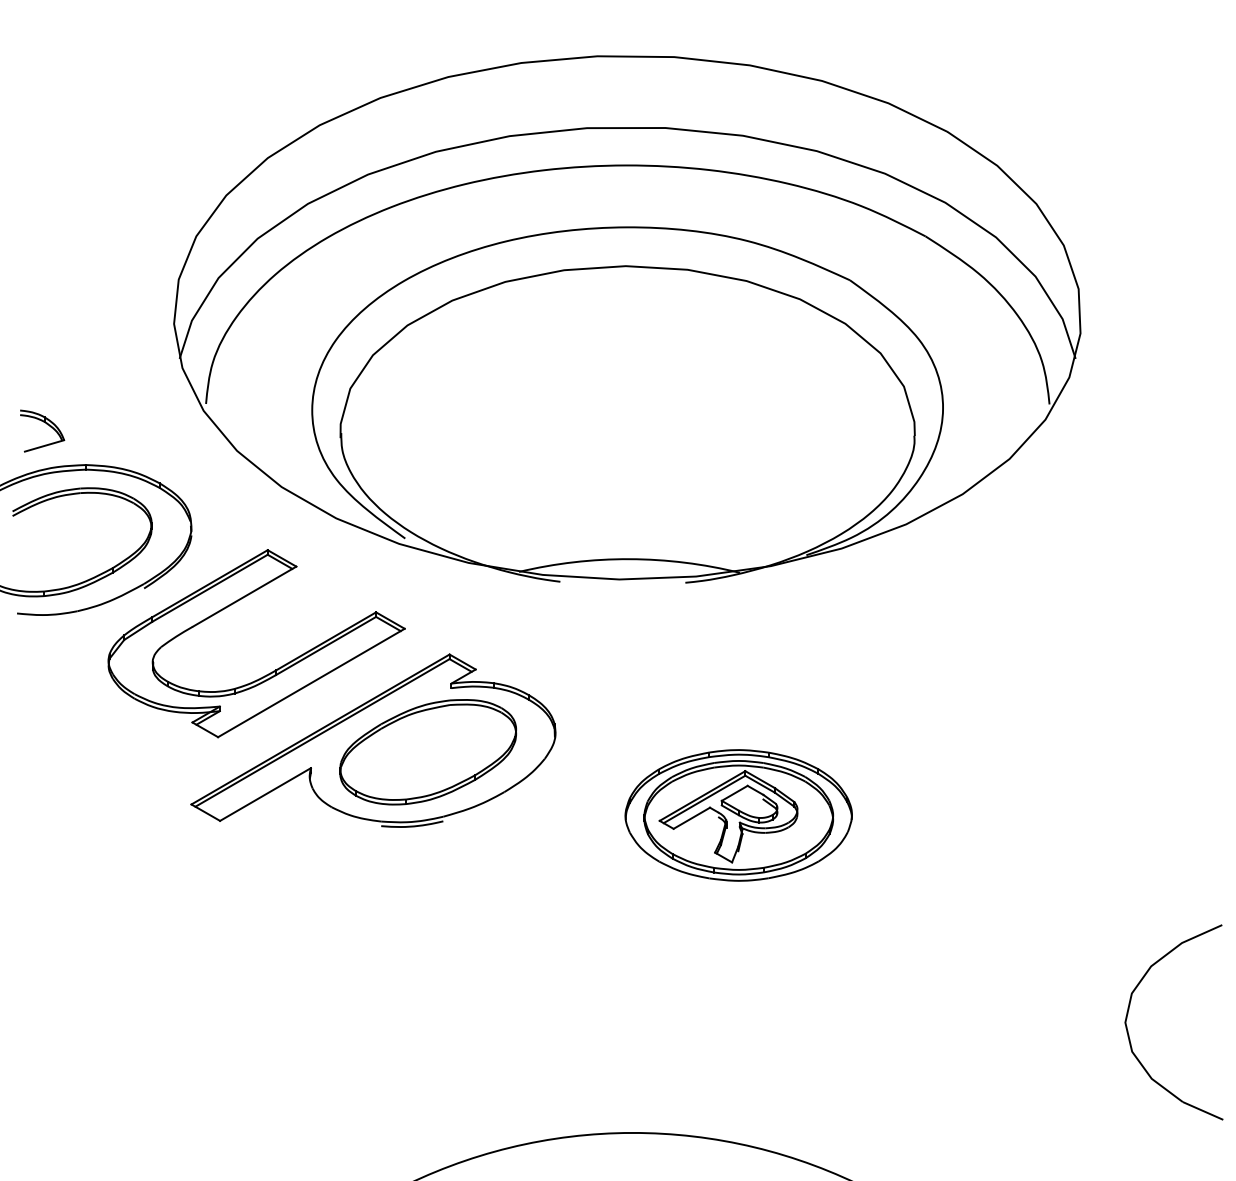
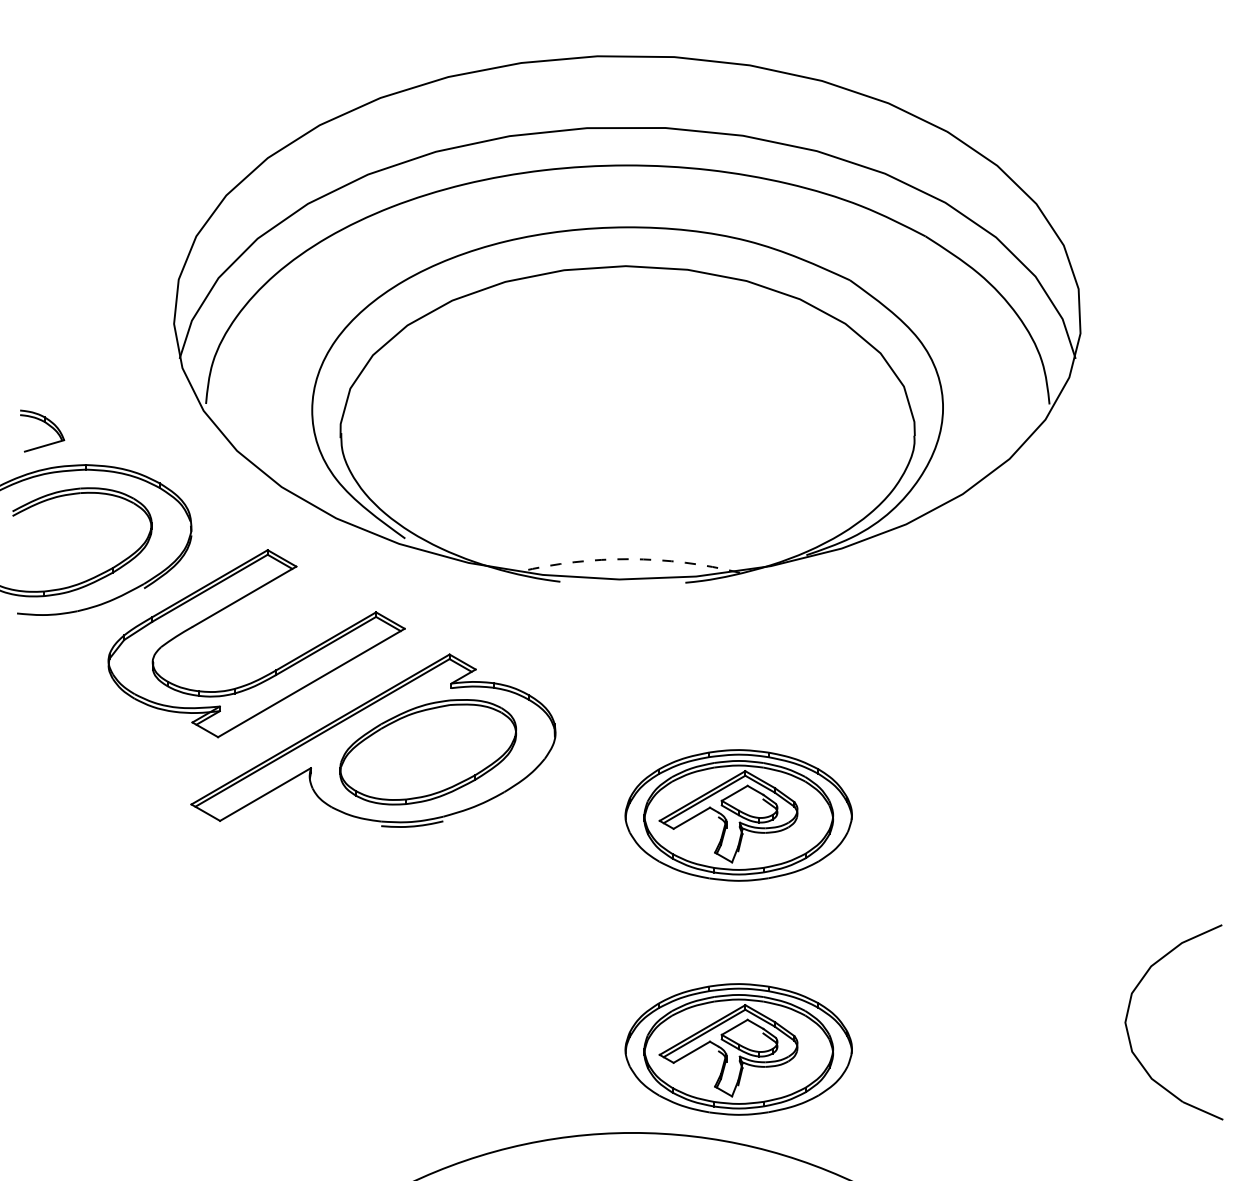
arc at (629, 559): solid -> dashed
part at (738, 1049): none -> present
